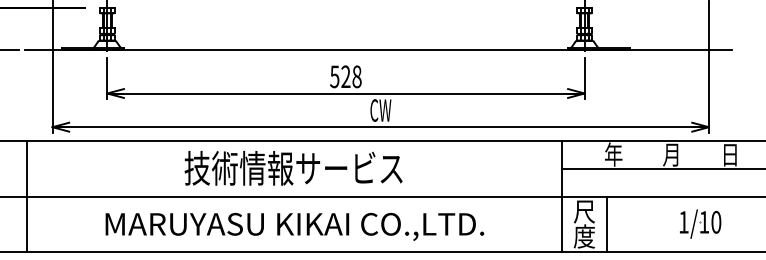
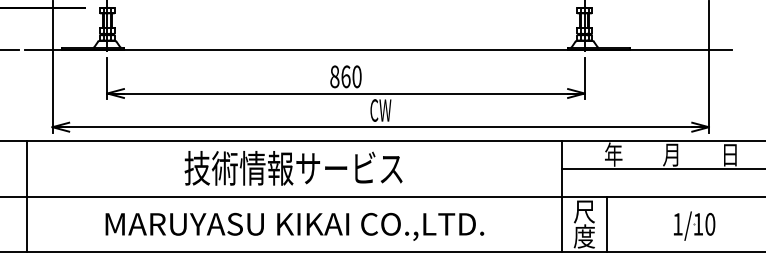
text at (345, 76): 528 -> 860
part at (700, 223) position: (700, 223) -> (694, 225)
